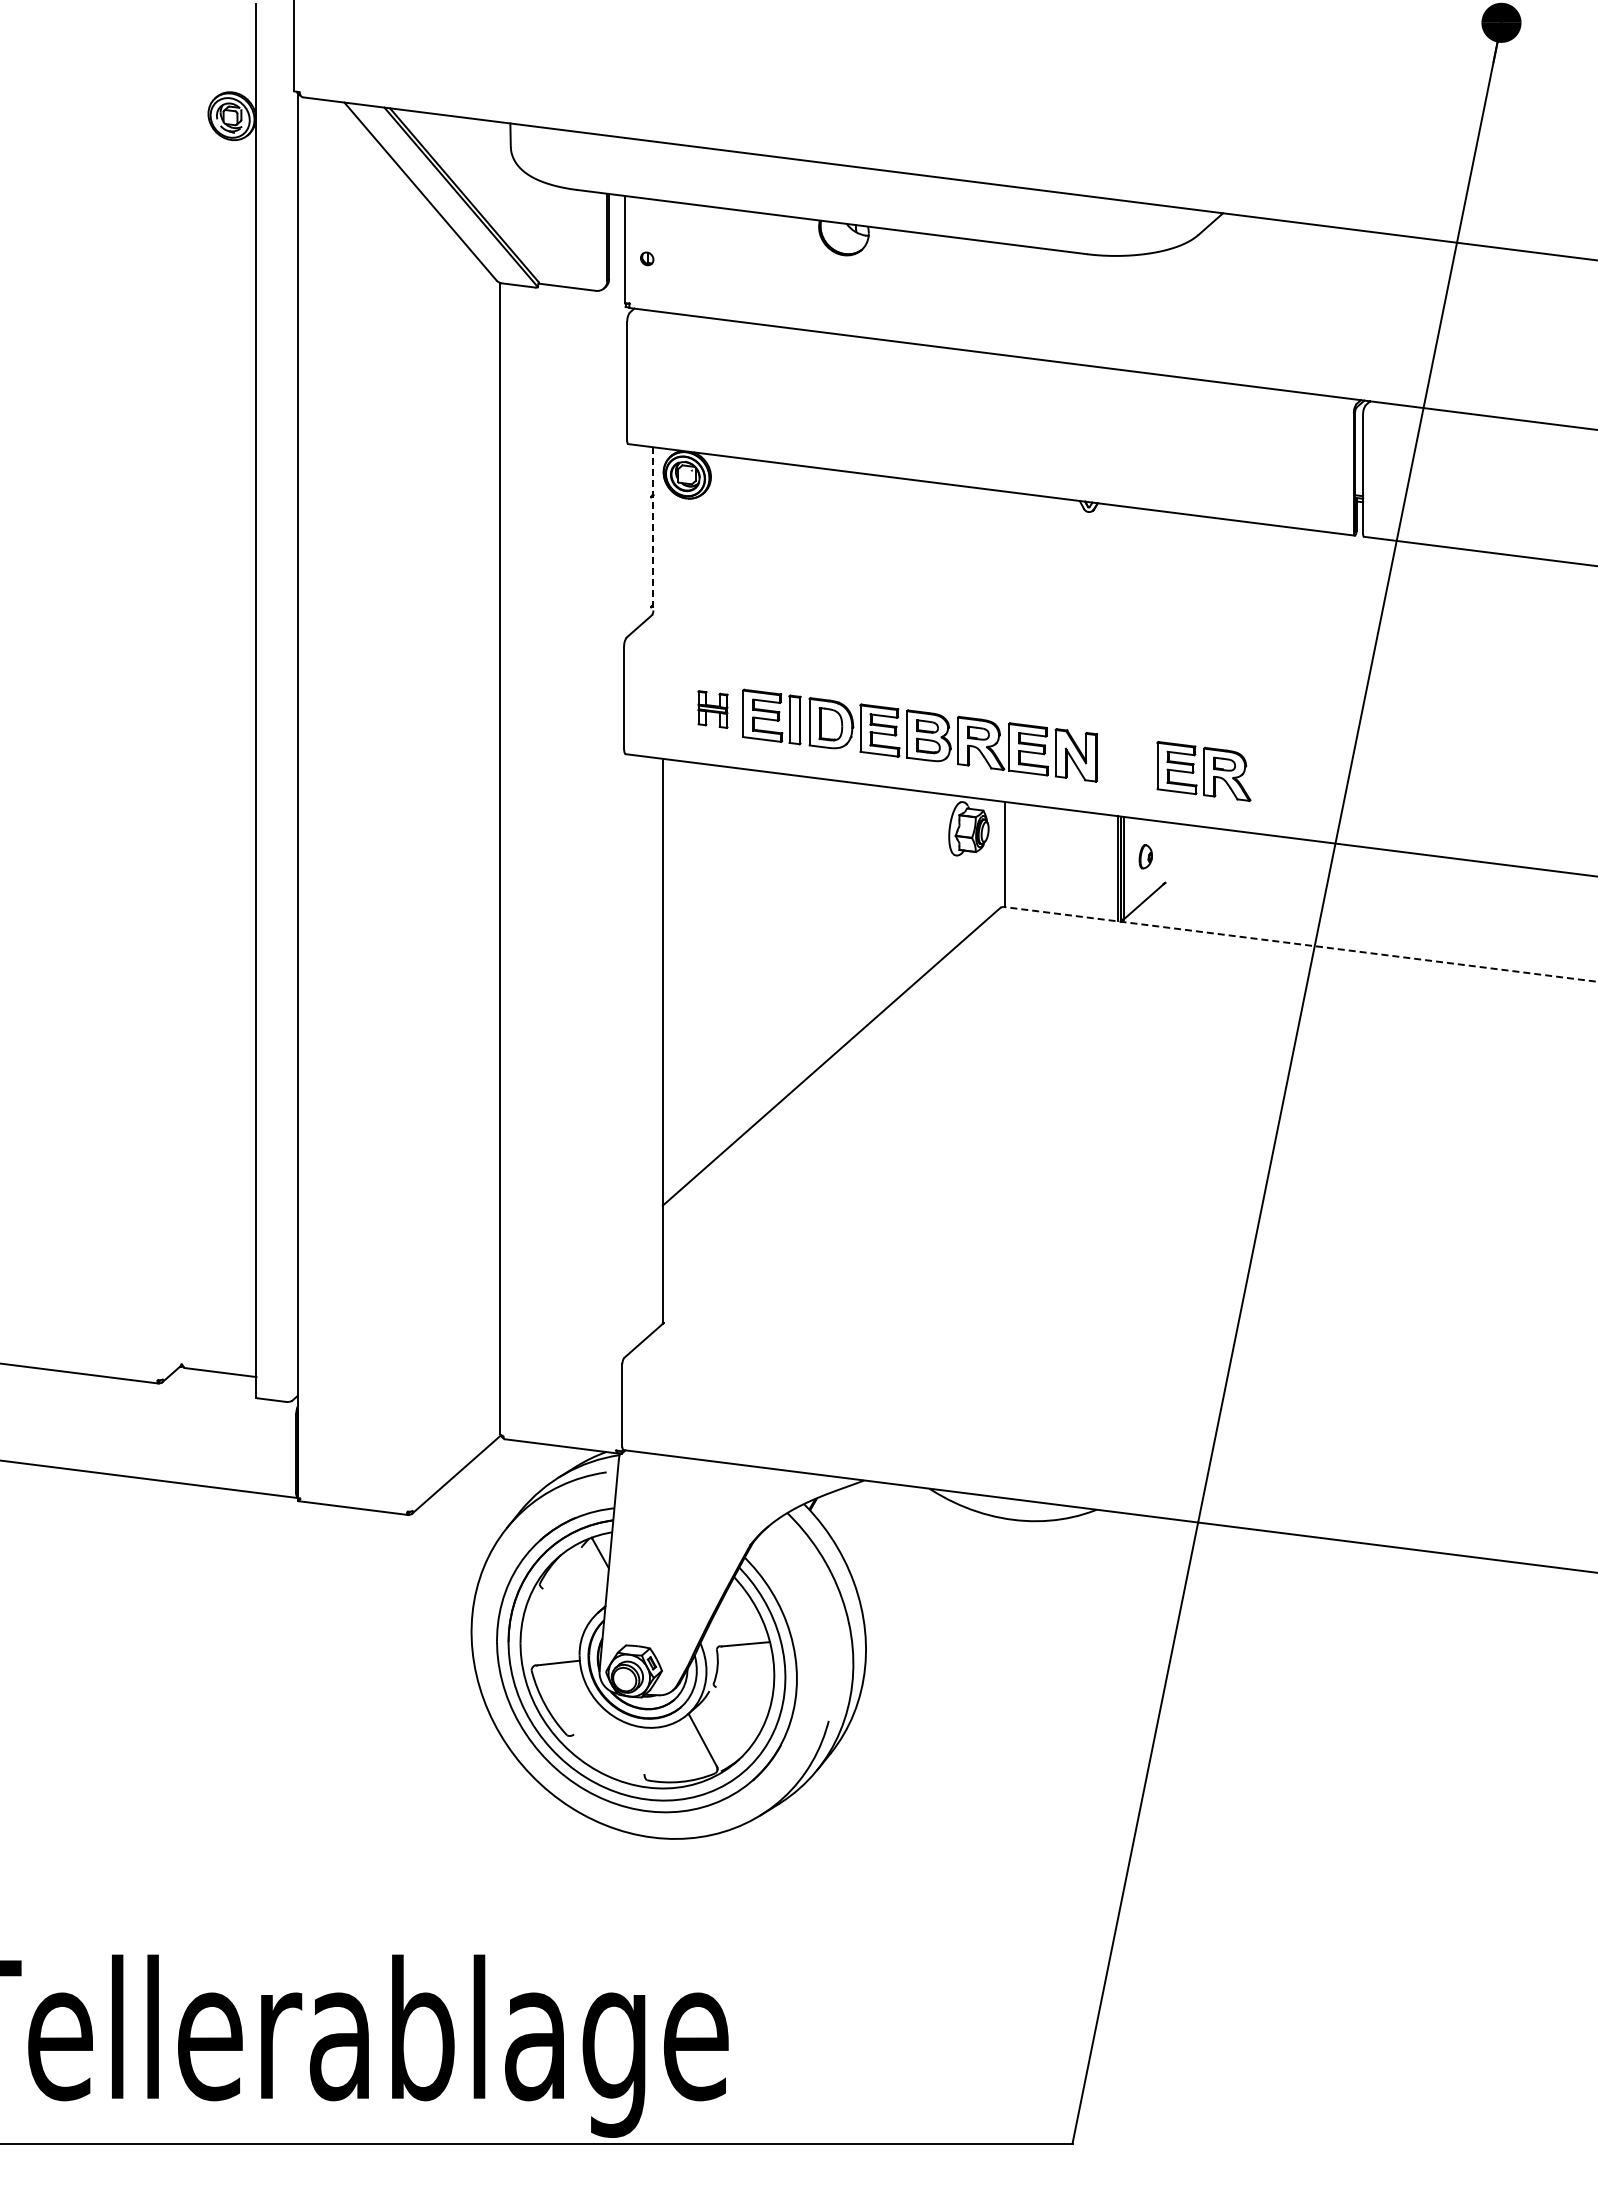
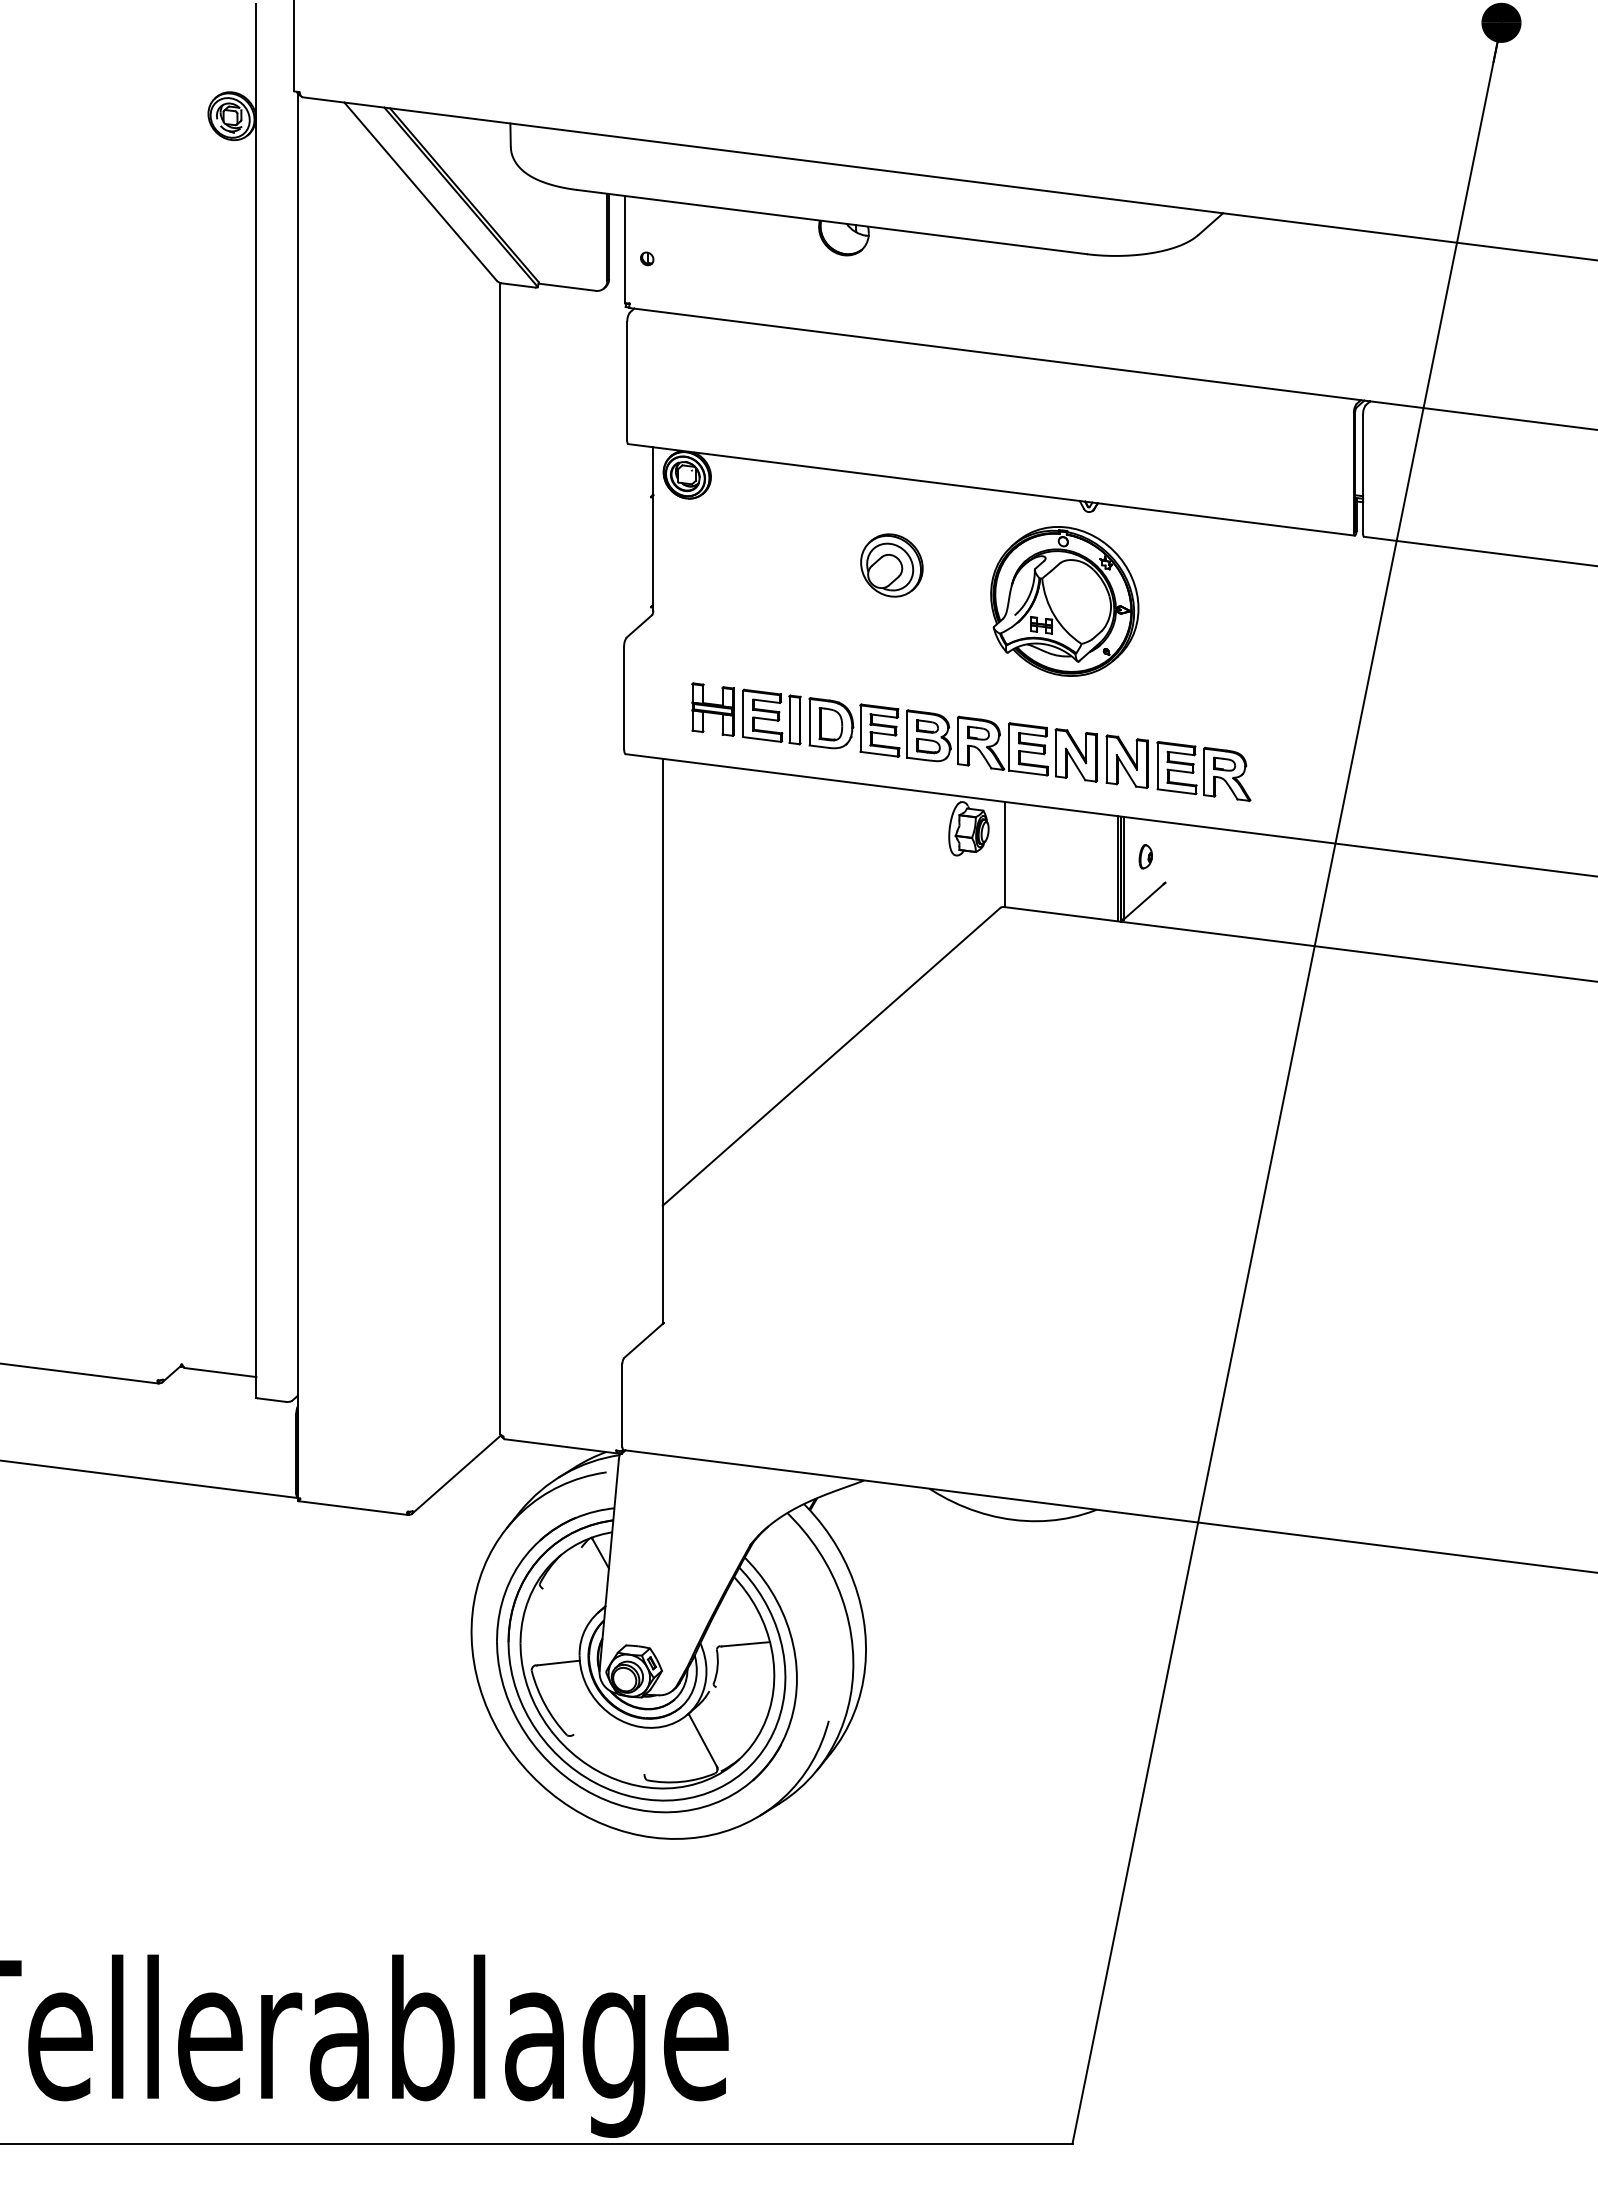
line at (653, 528): dashed -> solid
part at (891, 565): none -> present
part at (1064, 601): none -> present
part at (712, 709) size: 32x39 px -> 44x55 px
part at (1126, 761): none -> present
line at (1300, 944): dashed -> solid
